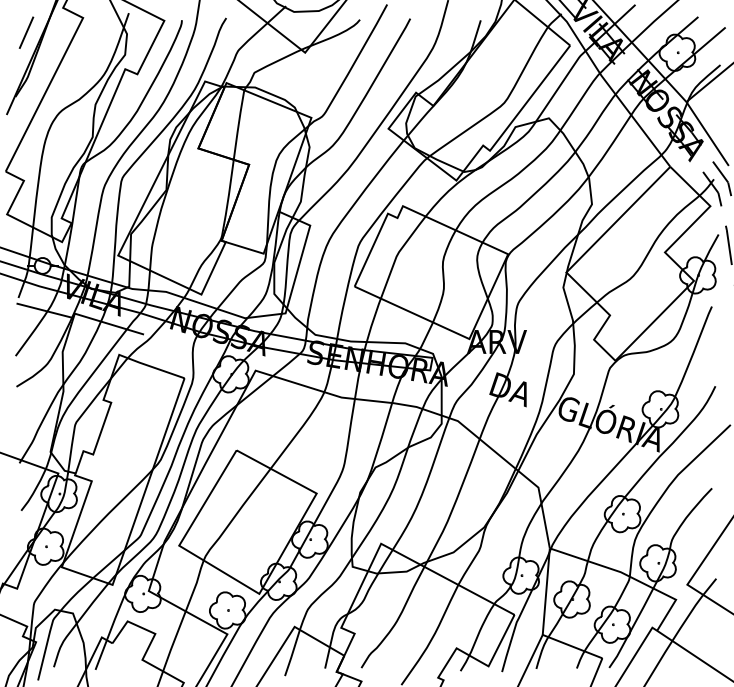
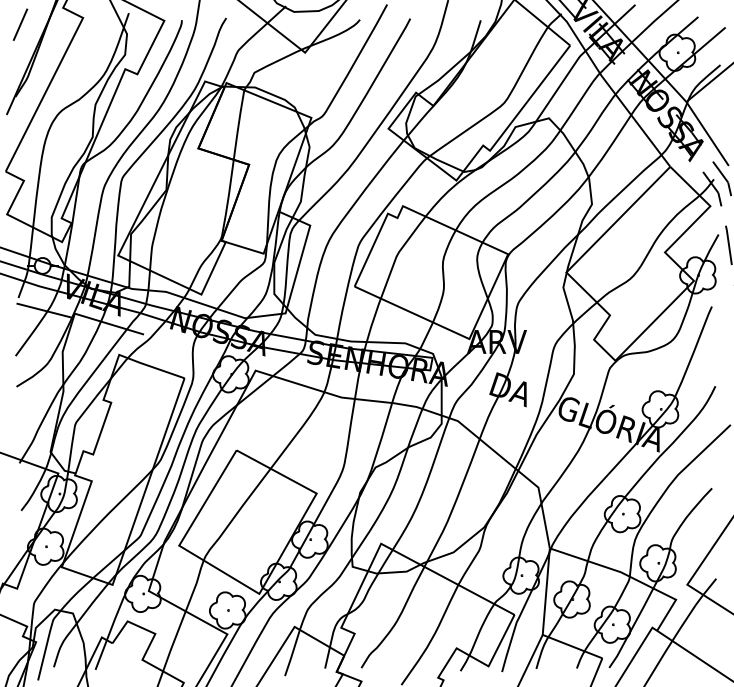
line at (26, 32) position: (26, 32) -> (20, 24)
